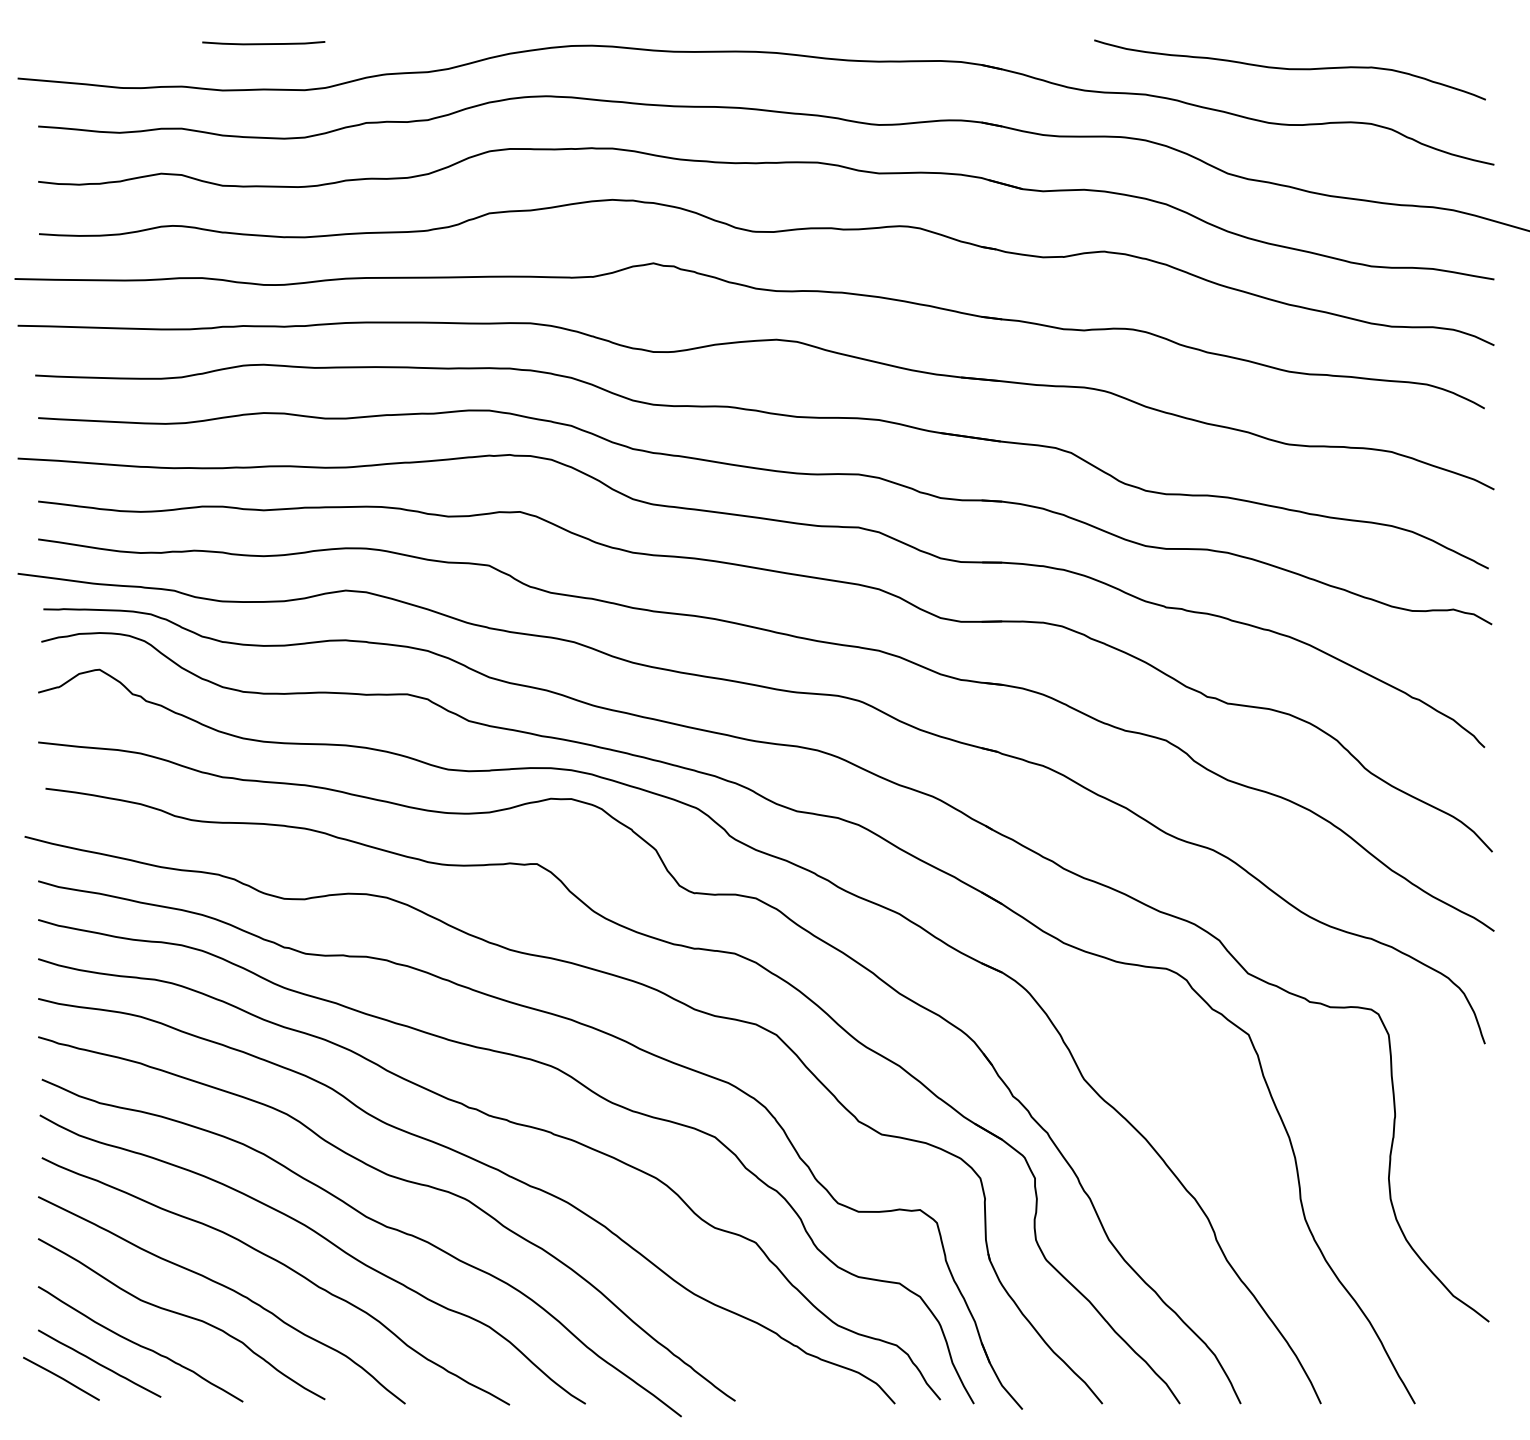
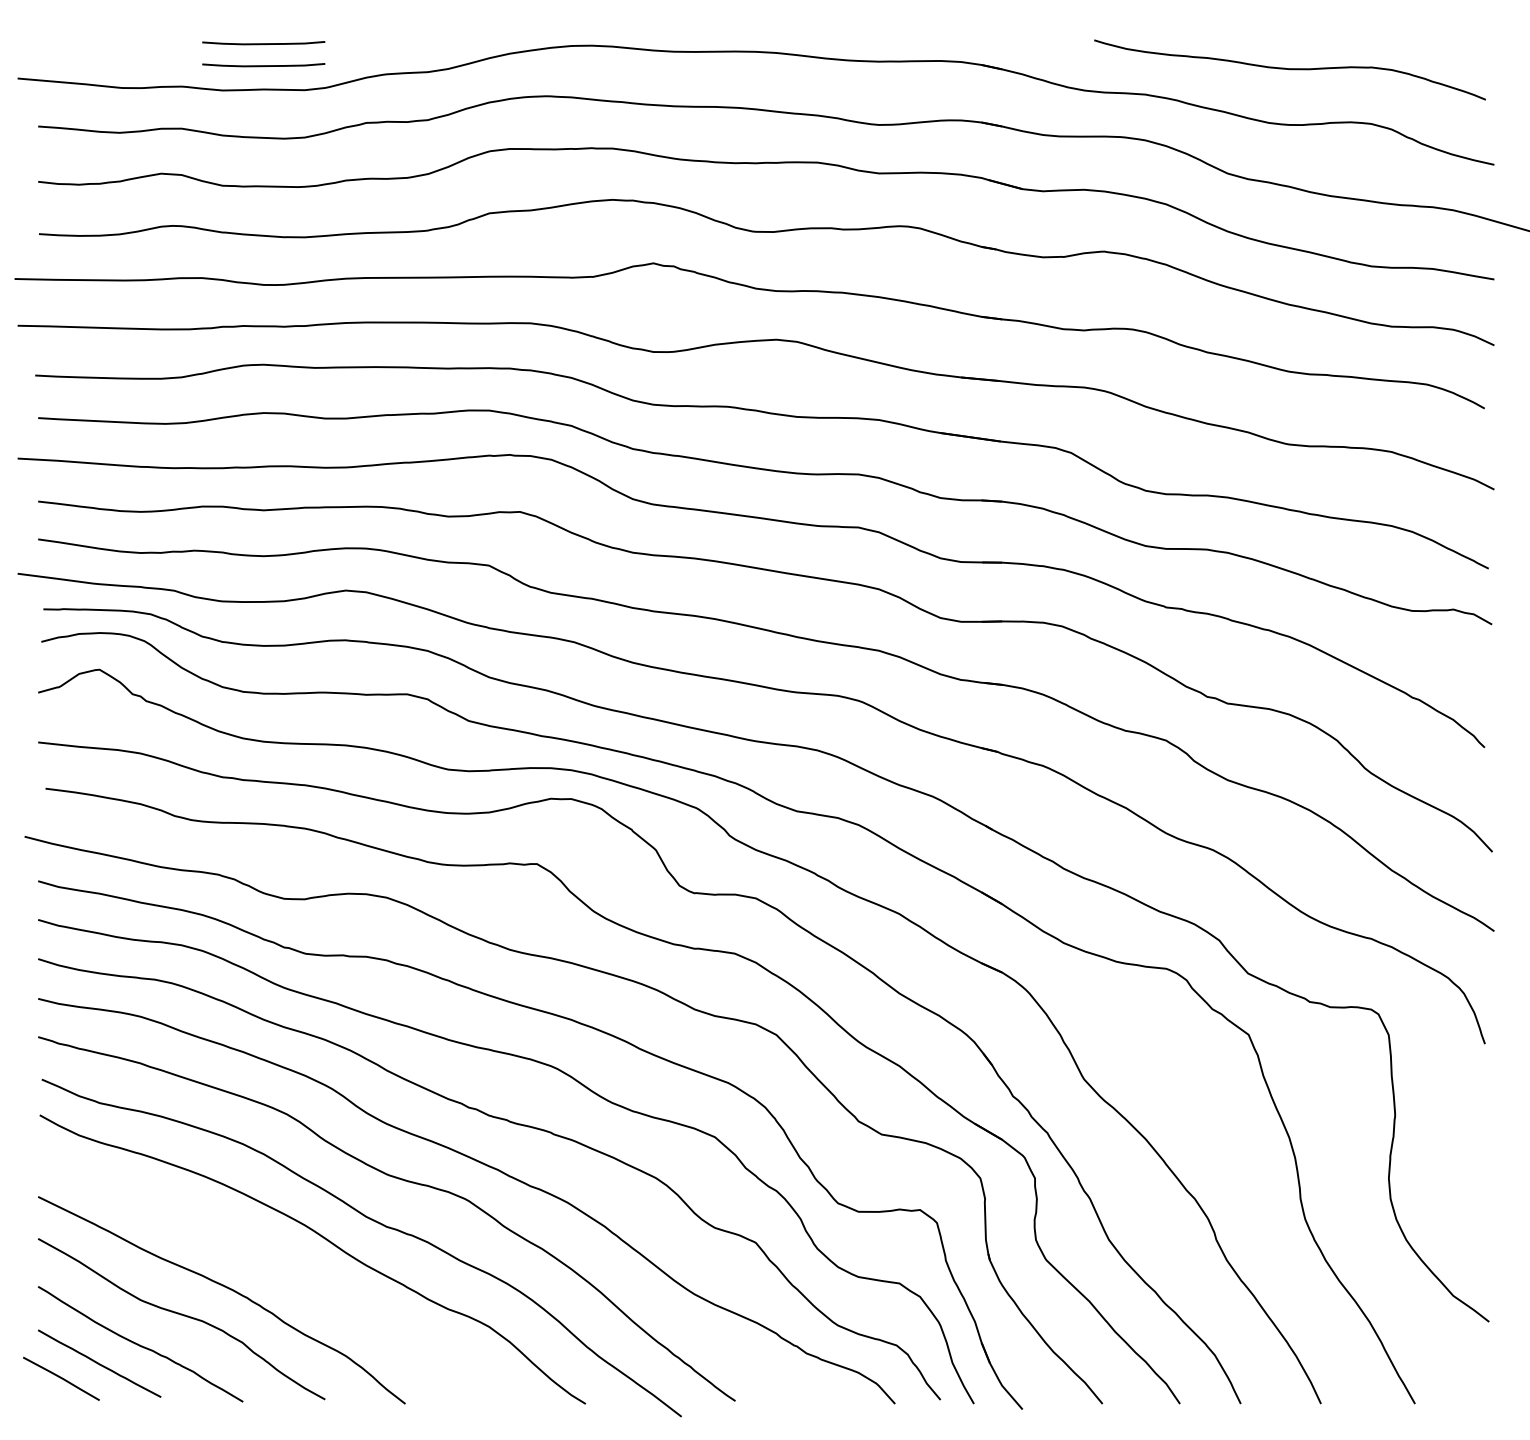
curve at (263, 65): none -> present
curve at (284, 1266): present -> none
